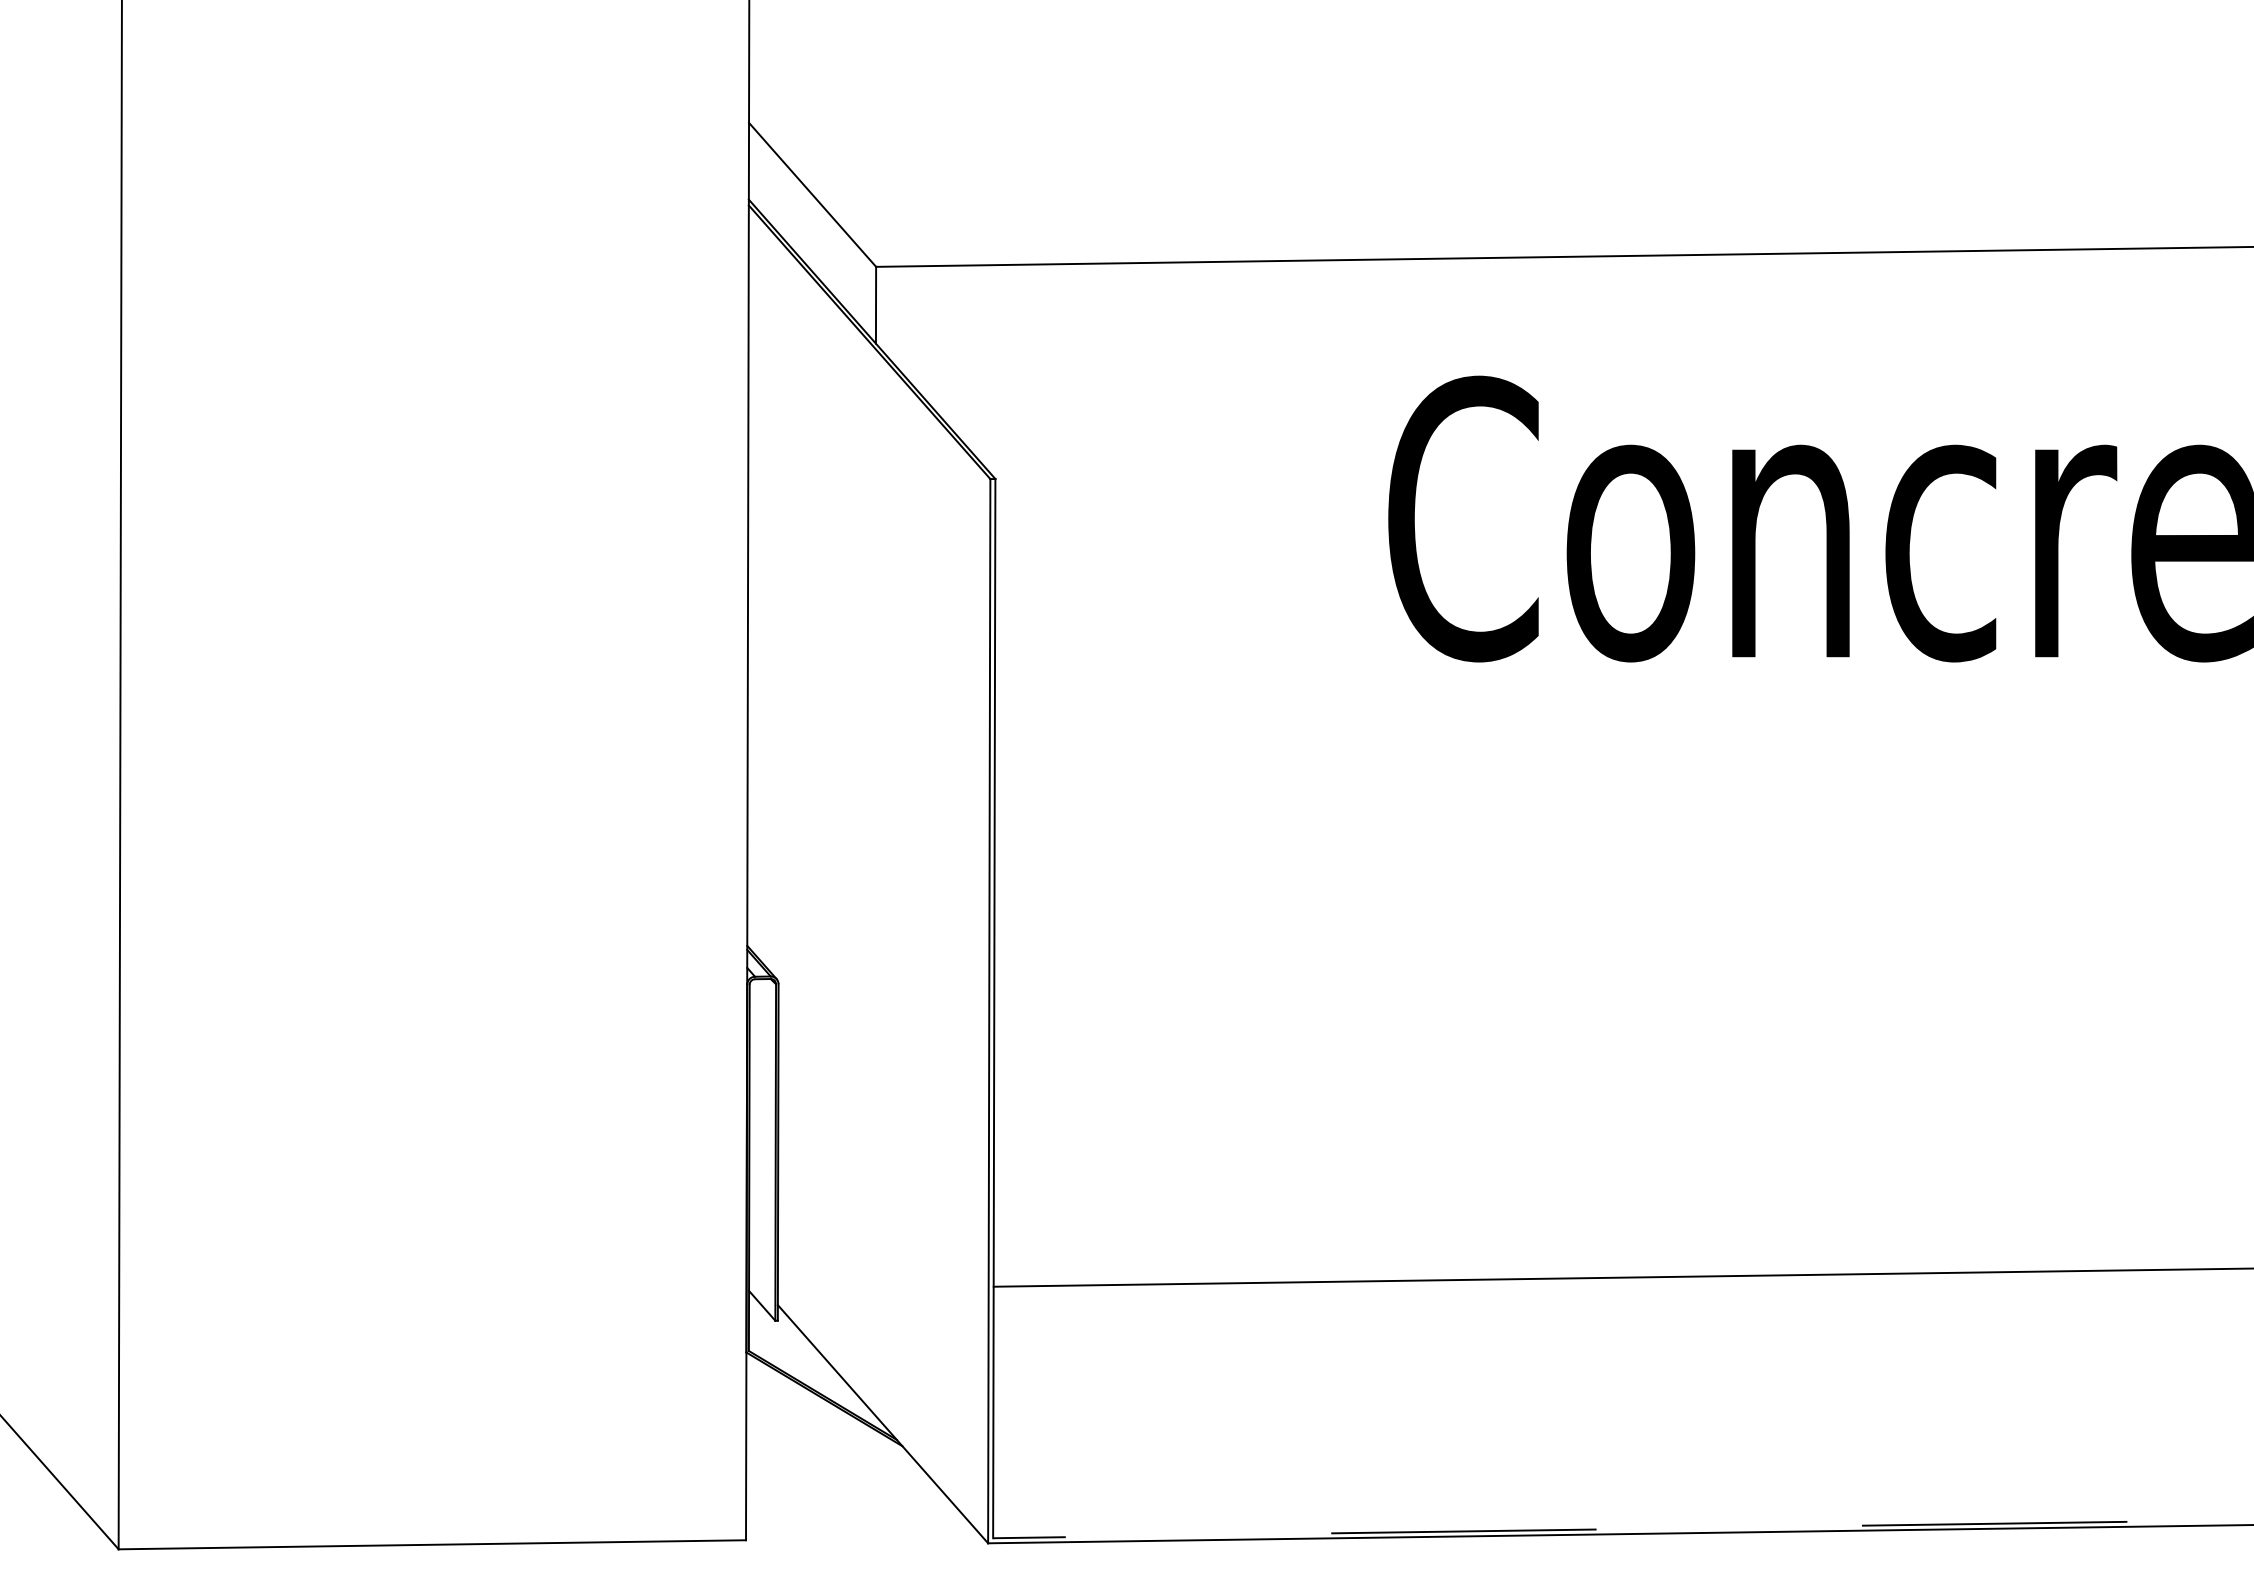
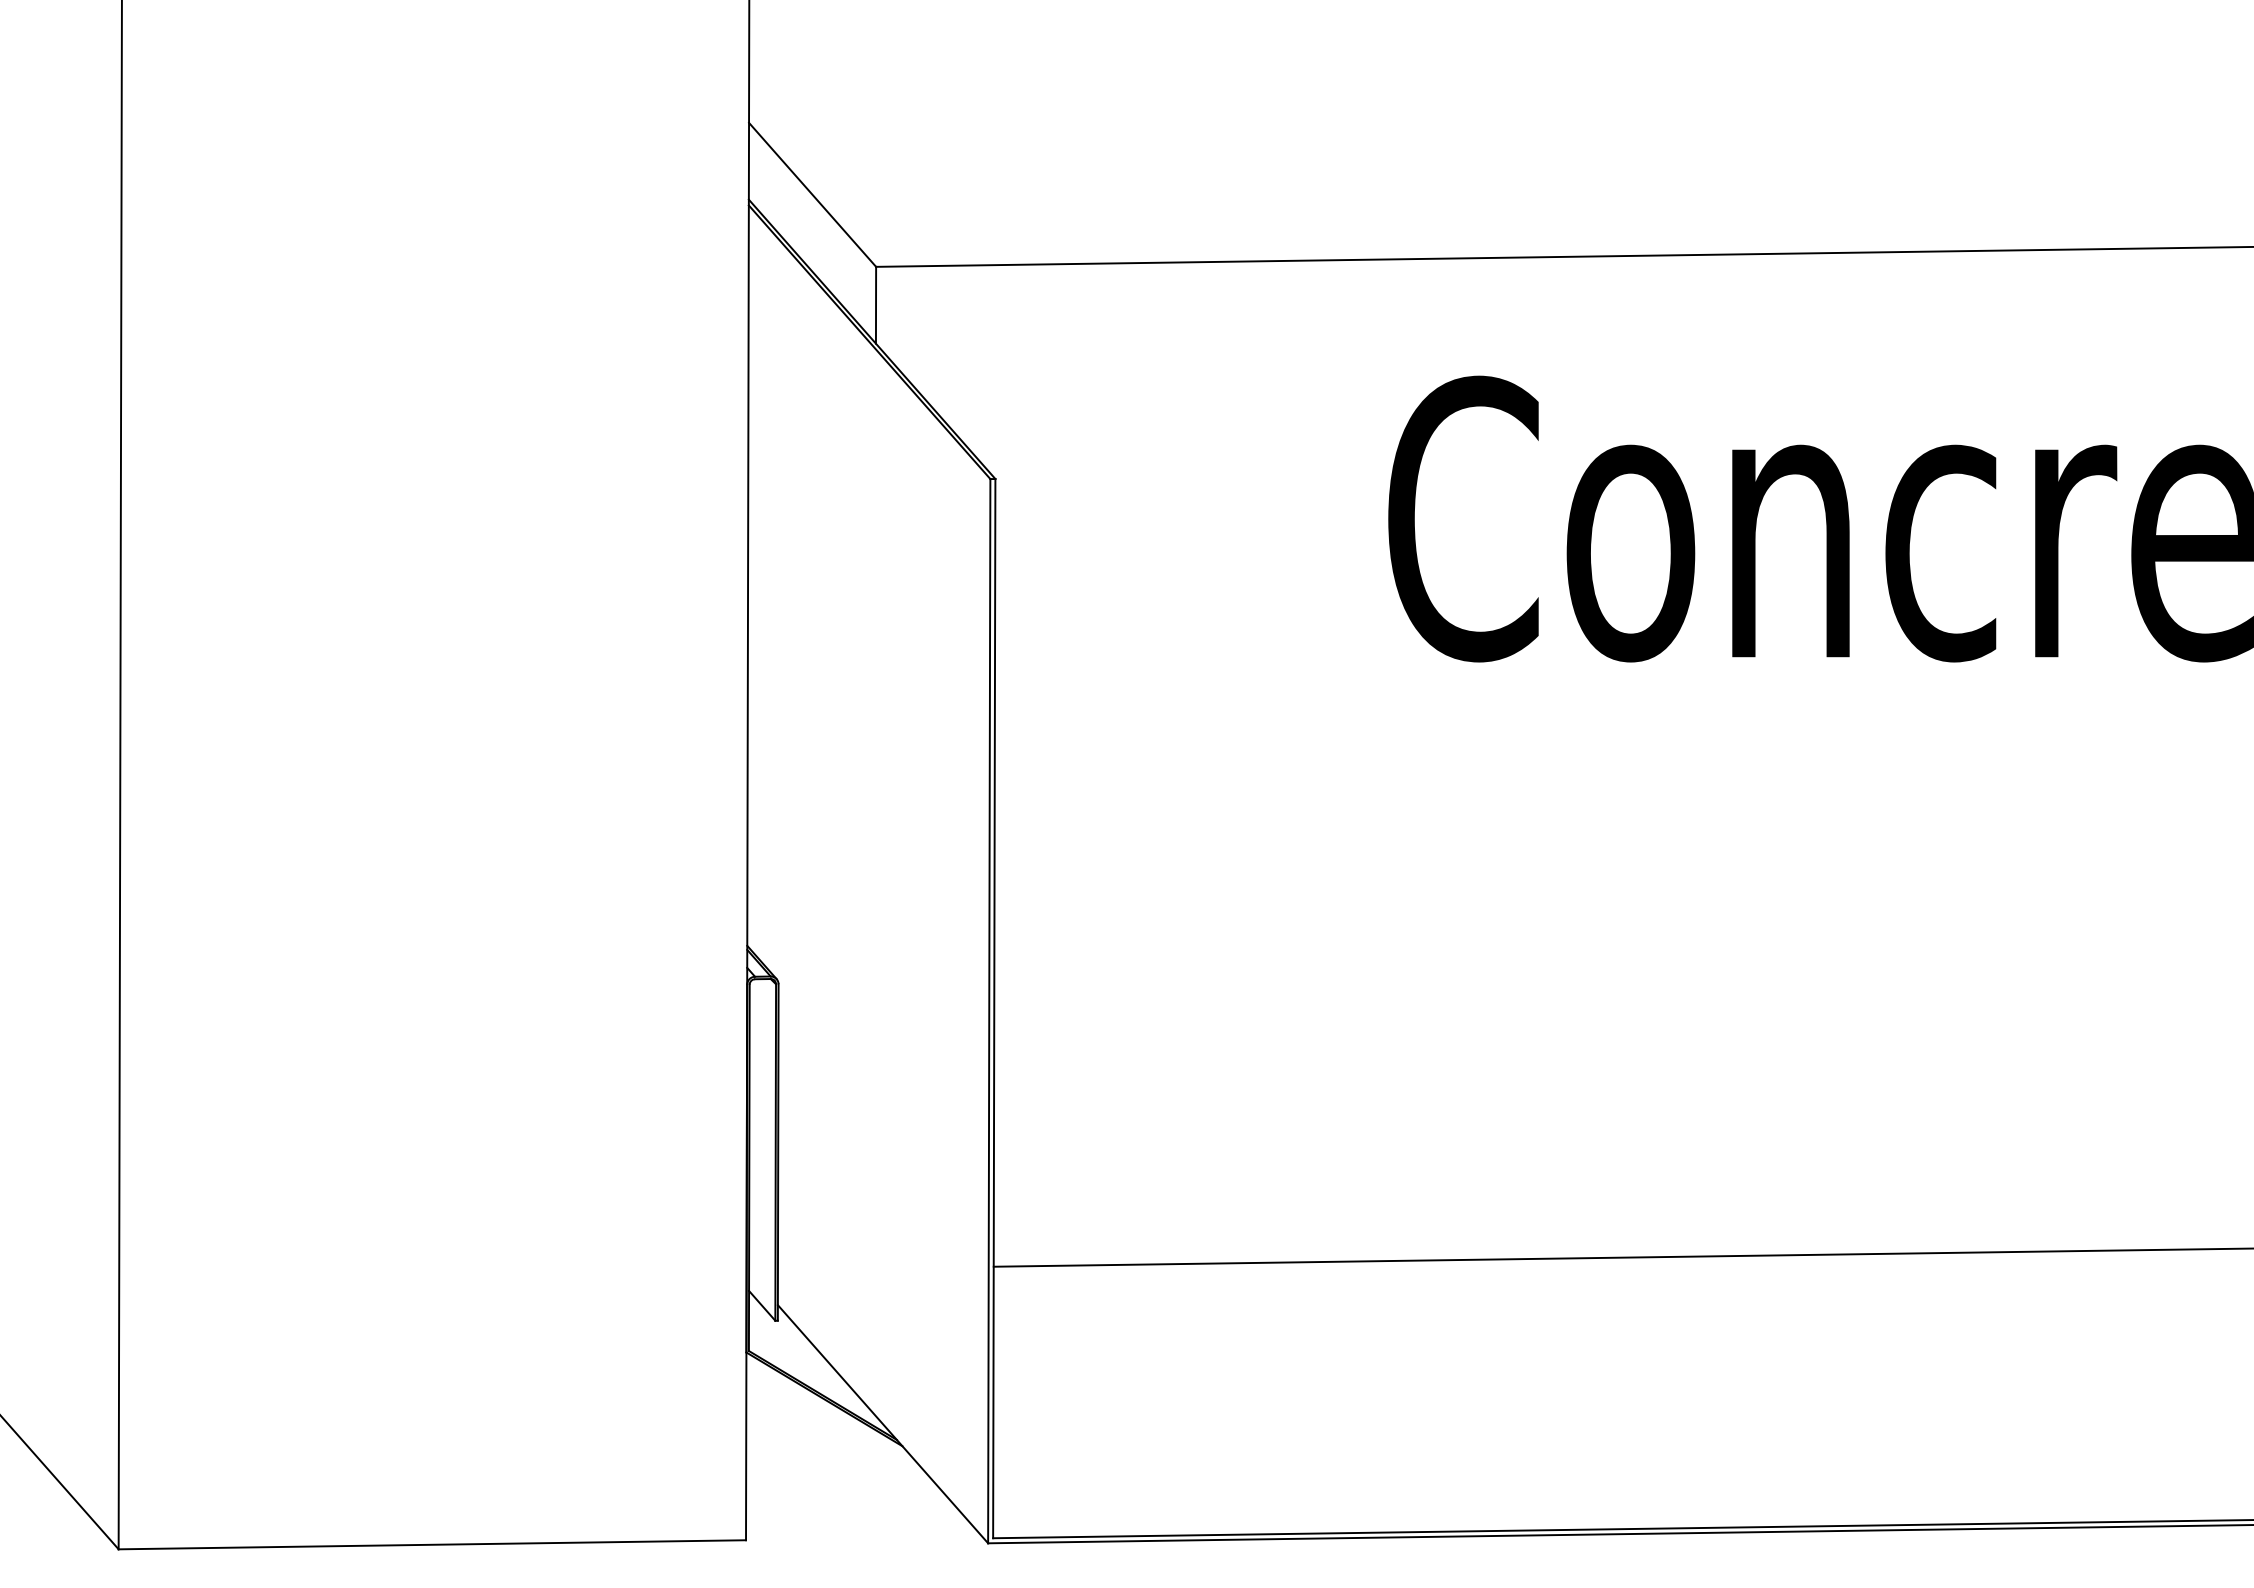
line at (1621, 1277) position: (1621, 1277) -> (1621, 1257)
line at (1623, 1529): dashed -> solid
